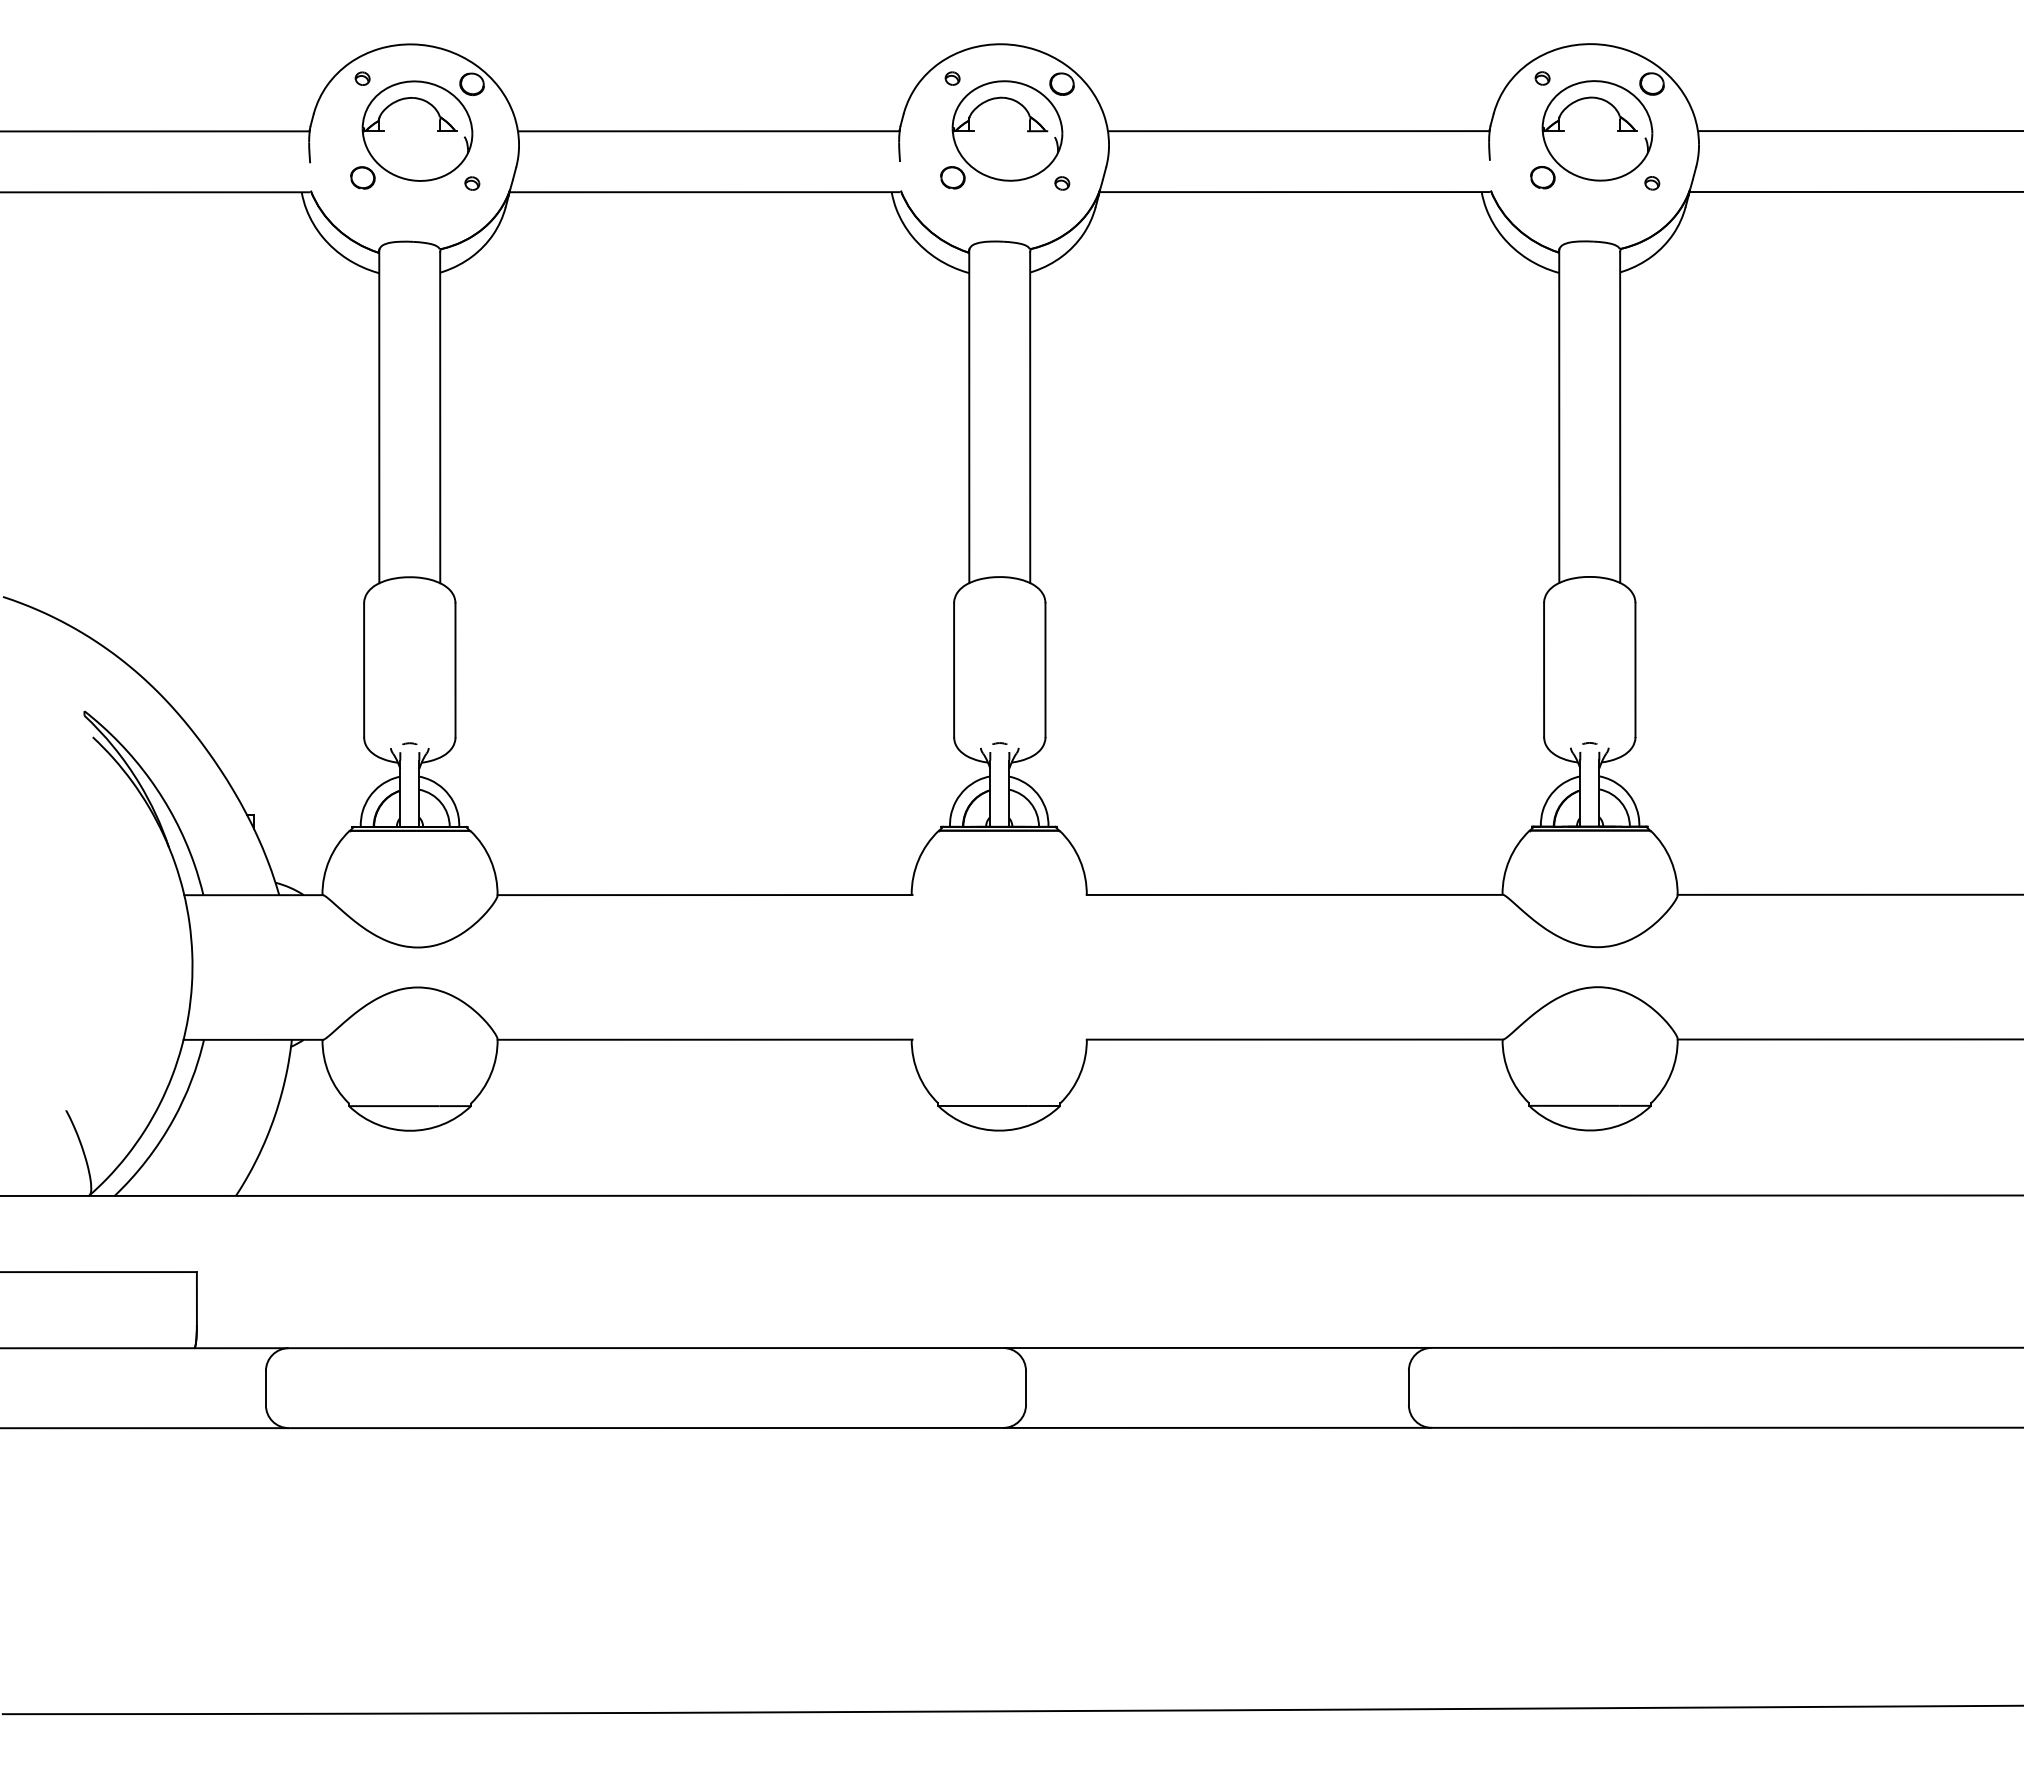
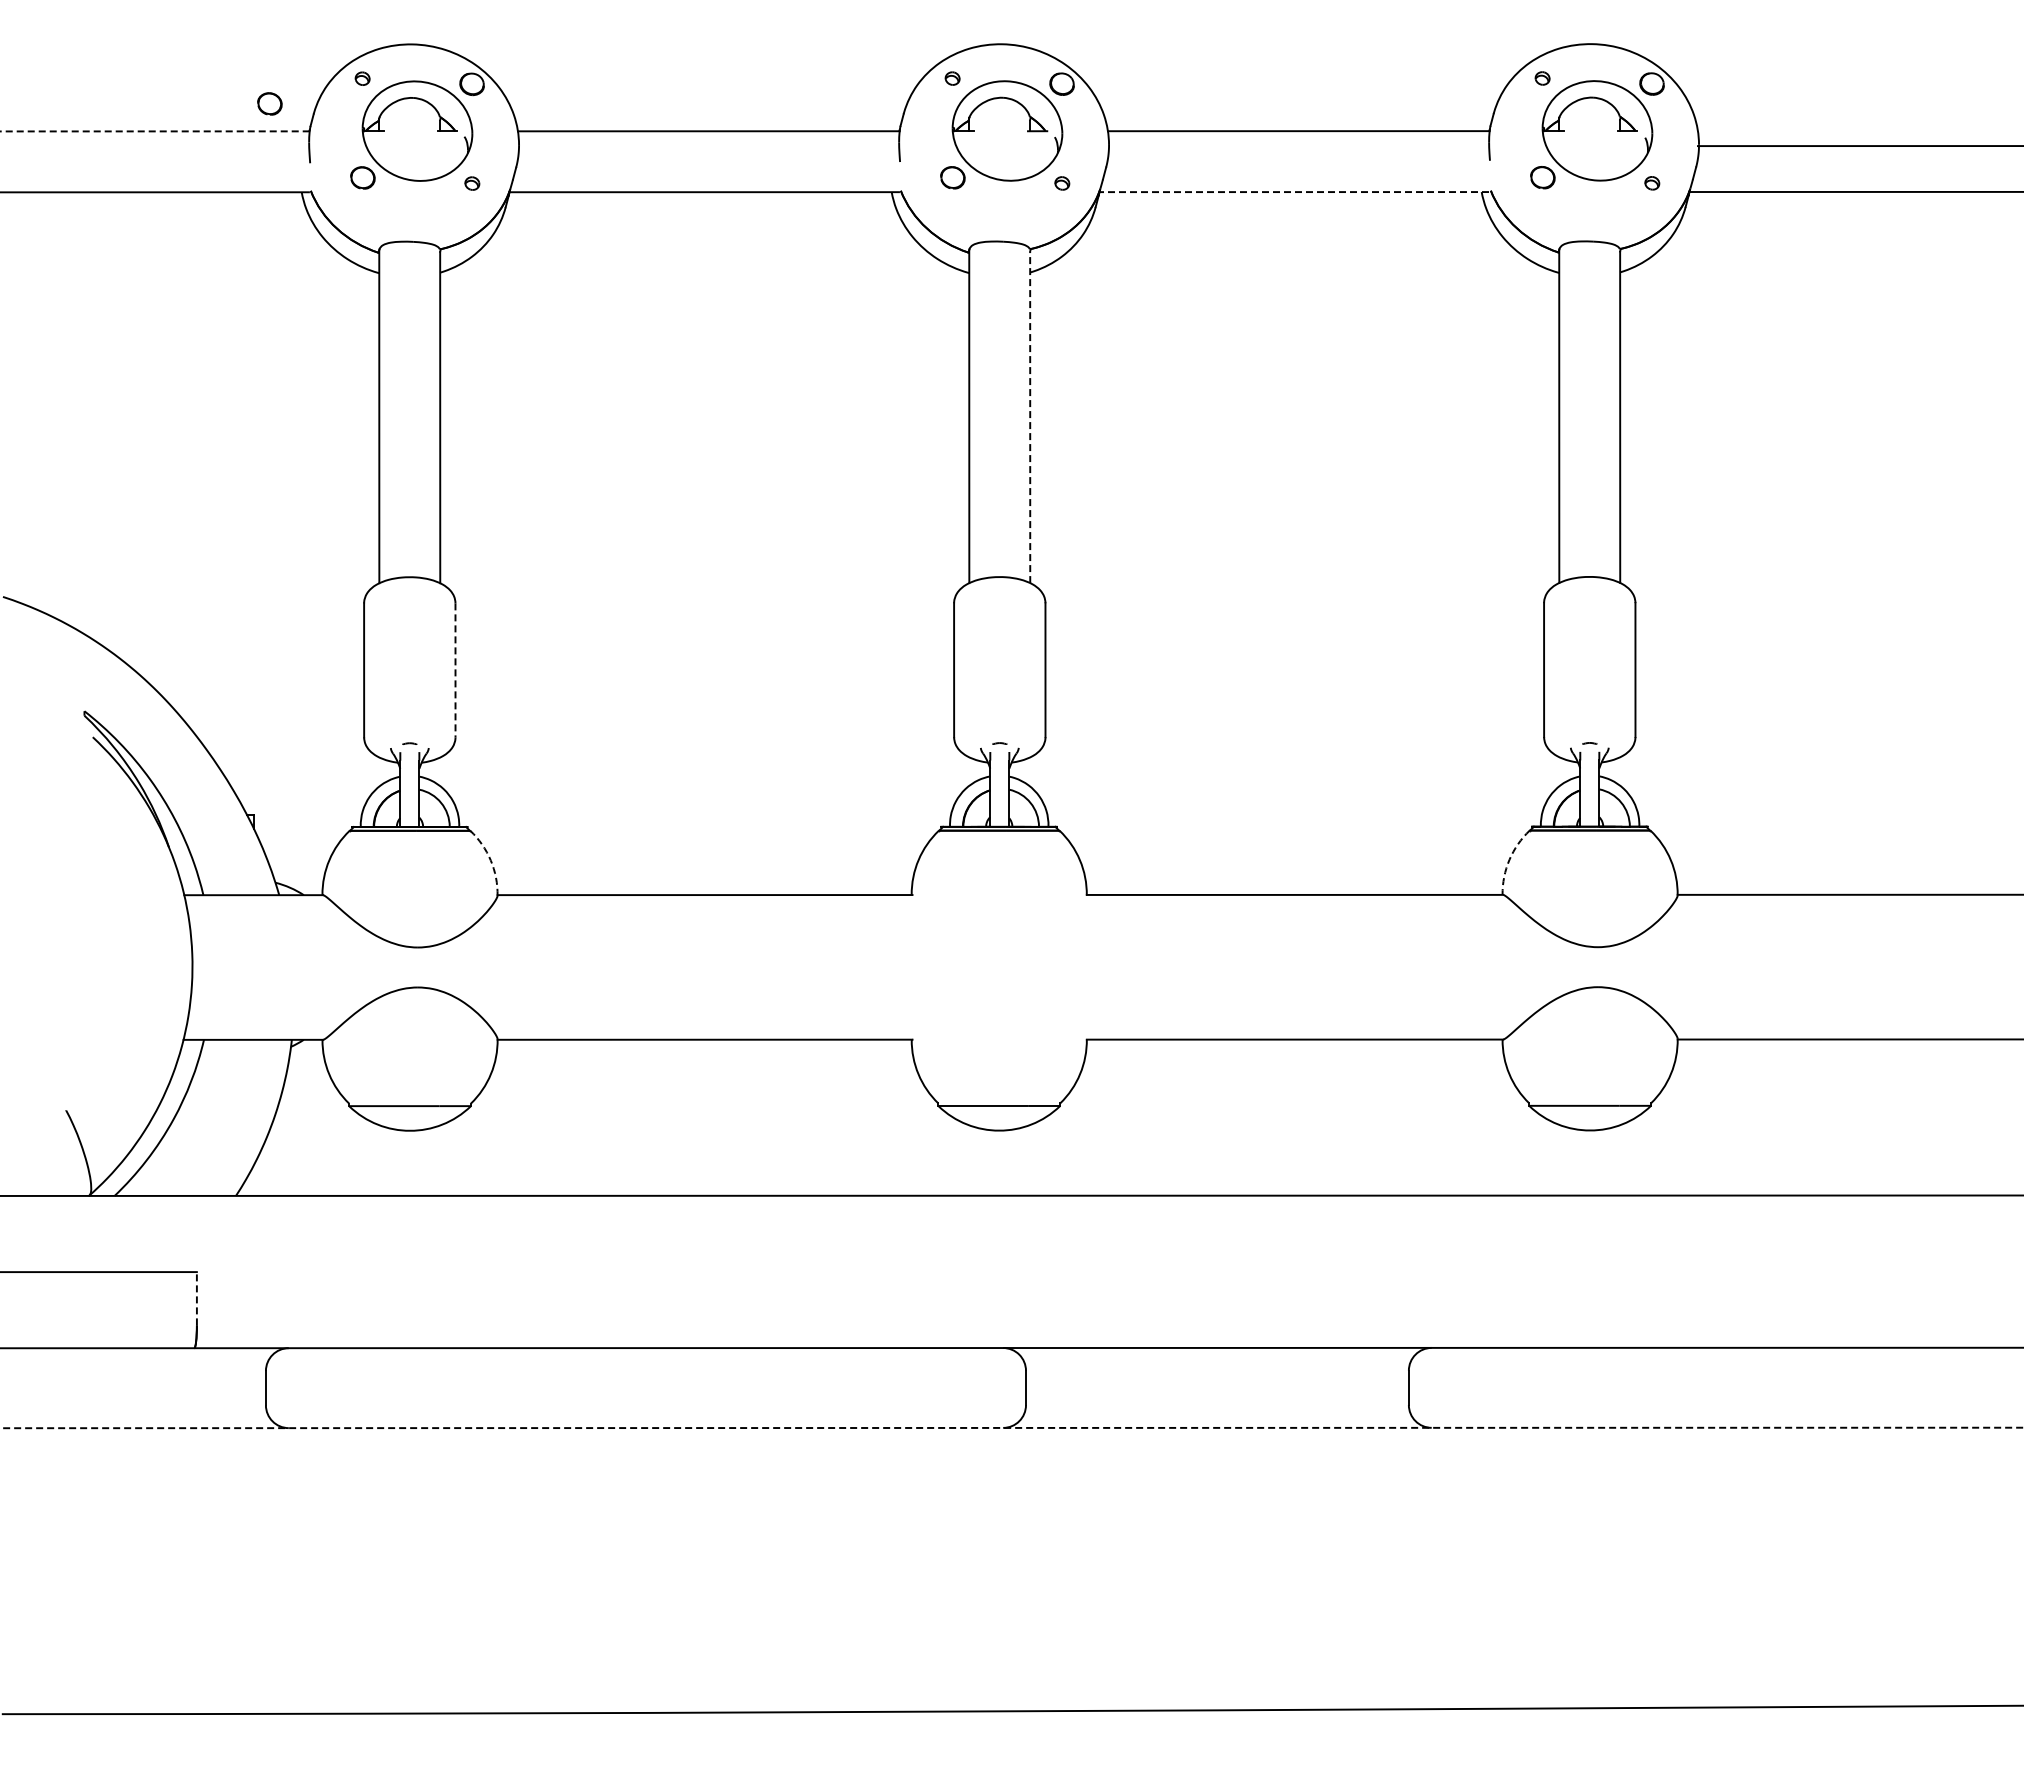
part at (269, 103): none -> present
line at (154, 131): solid -> dashed
line at (1858, 131) position: (1858, 131) -> (1858, 146)
line at (1294, 192): solid -> dashed
line at (1030, 417): solid -> dashed
line at (455, 670): solid -> dashed
arc at (1509, 859): solid -> dashed
arc at (490, 860): solid -> dashed
line at (196, 1298): solid -> dashed
line at (1012, 1427): solid -> dashed
